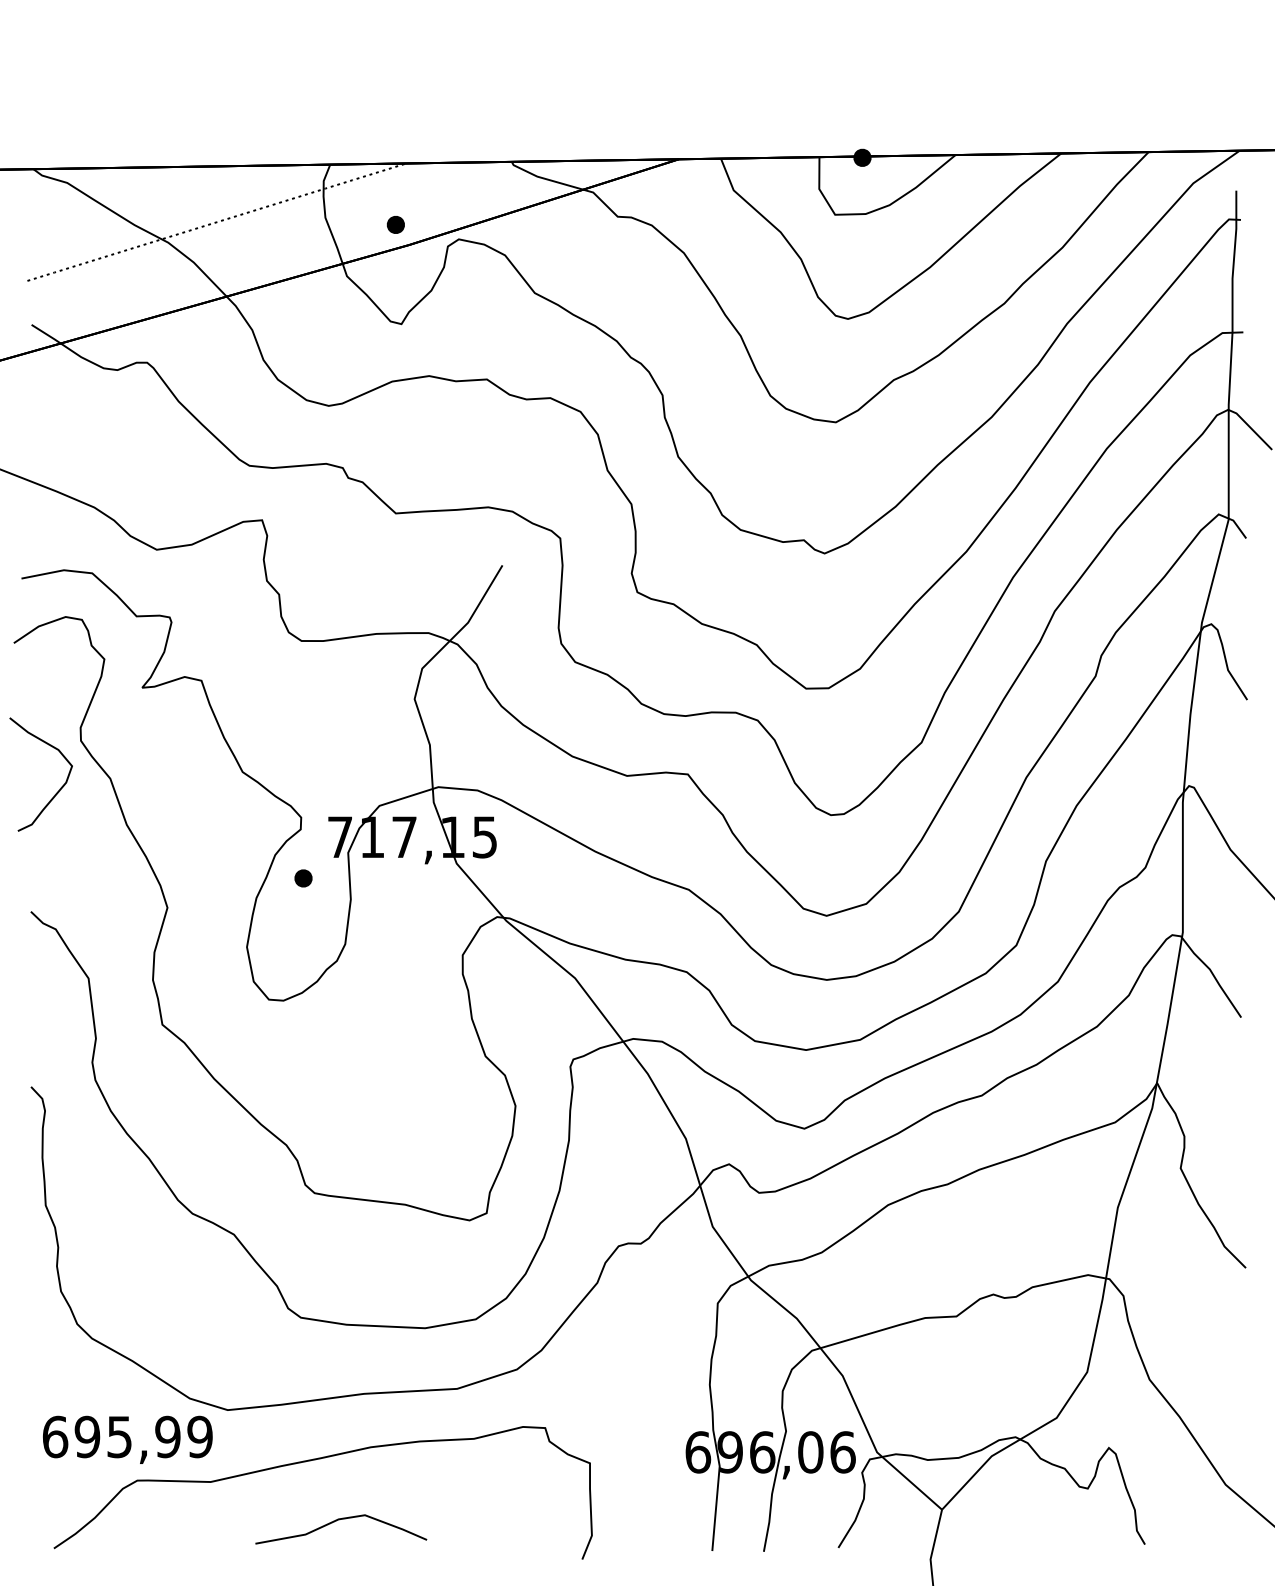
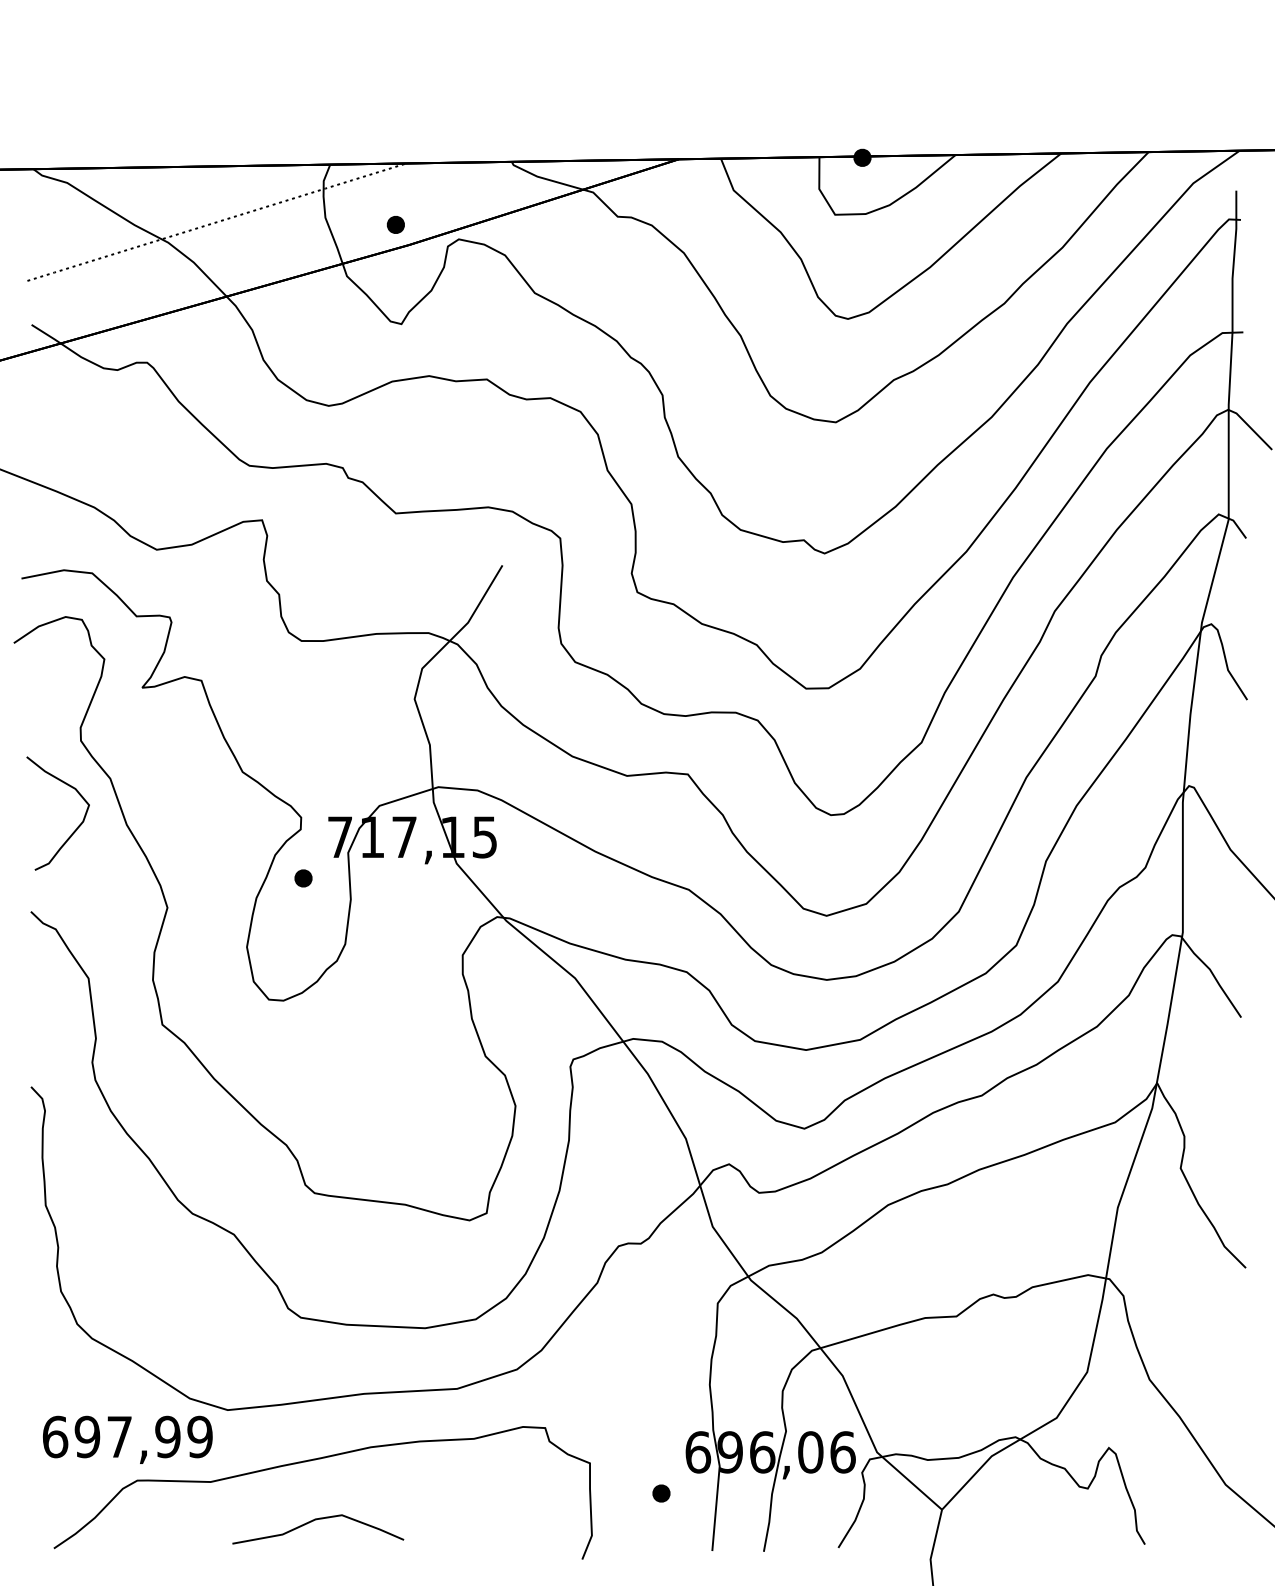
curve at (60, 787) position: (60, 787) -> (77, 826)
text at (119, 1437): 695,99 -> 697,99
part at (661, 1493): none -> present
curve at (339, 1520) position: (339, 1520) -> (316, 1520)
